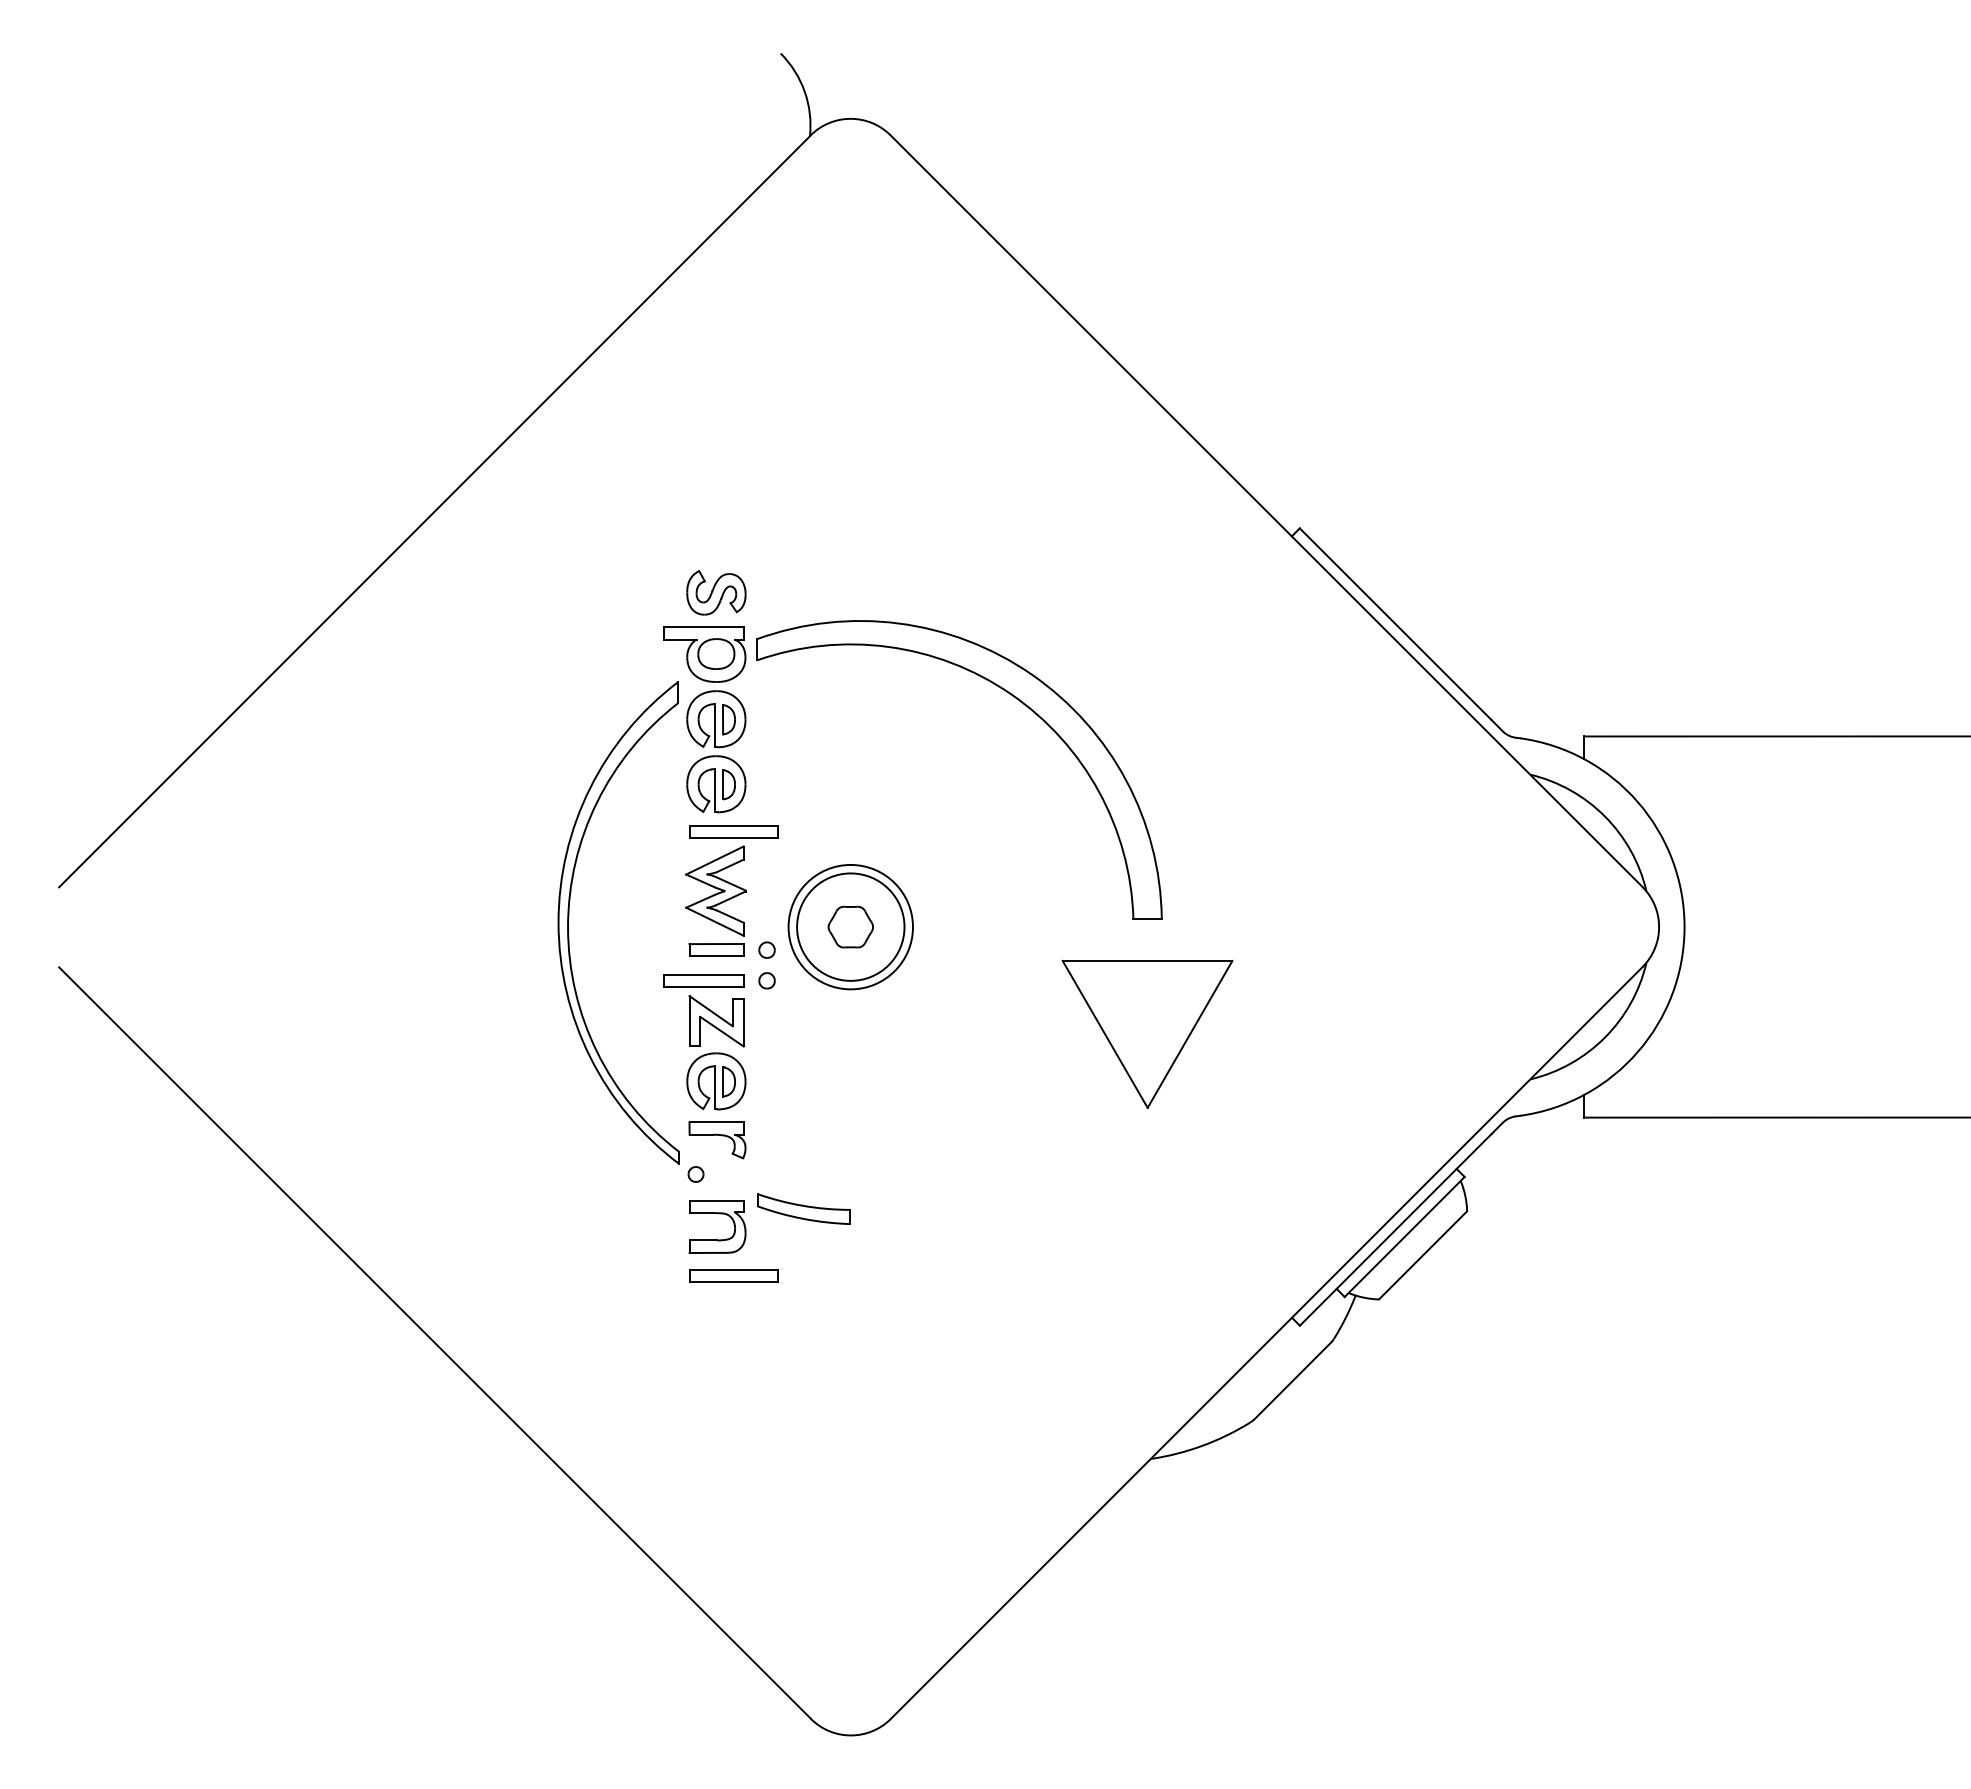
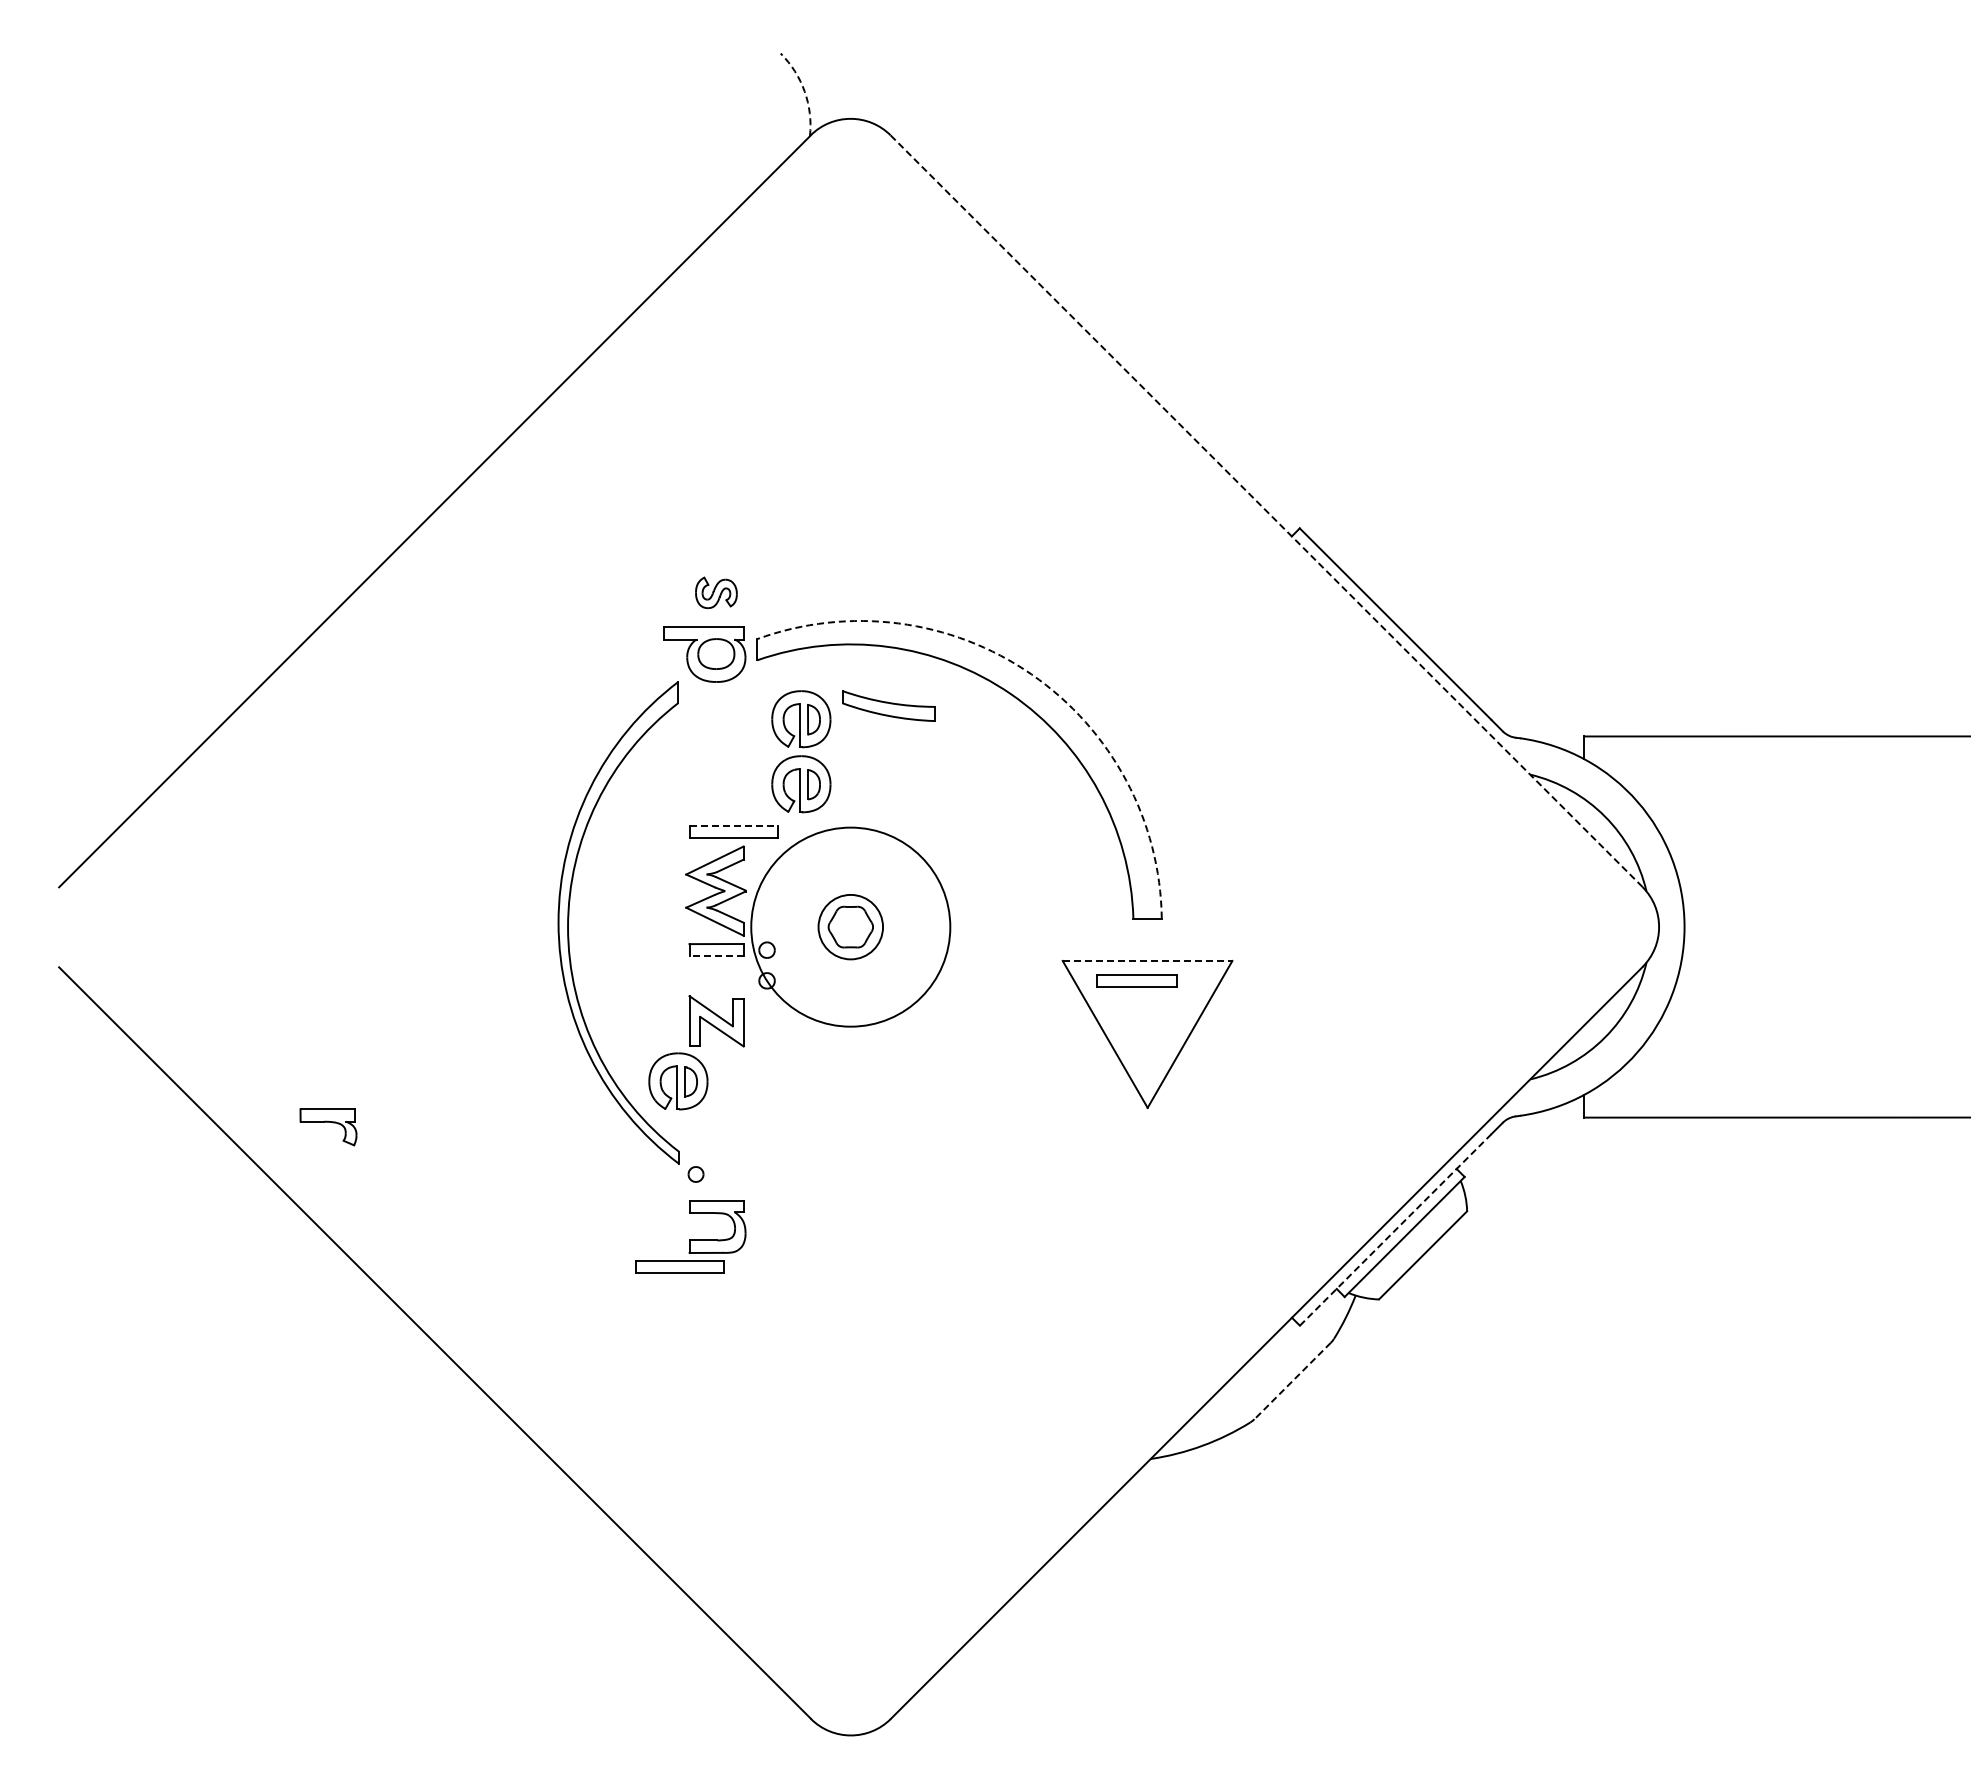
arc at (804, 91): solid -> dashed
line at (1266, 511): solid -> dashed
part at (716, 592) size: 61x46 px -> 43x34 px
arc at (1031, 674): solid -> dashed
part at (716, 751) position: (716, 751) -> (801, 751)
line at (734, 825): solid -> dashed
circle at (850, 926) diameter: 107 px -> 64 px
circle at (850, 926) diameter: 124 px -> 199 px
line at (716, 956): solid -> dashed
line at (1147, 960): solid -> dashed
part at (703, 980) position: (703, 980) -> (1136, 980)
part at (716, 1081) position: (716, 1081) -> (678, 1081)
part at (717, 1140) position: (717, 1140) -> (328, 1127)
part at (803, 1208) position: (803, 1208) -> (888, 705)
line at (1396, 1229): solid -> dashed
part at (733, 1275) position: (733, 1275) -> (679, 1266)
line at (1292, 1381): solid -> dashed
